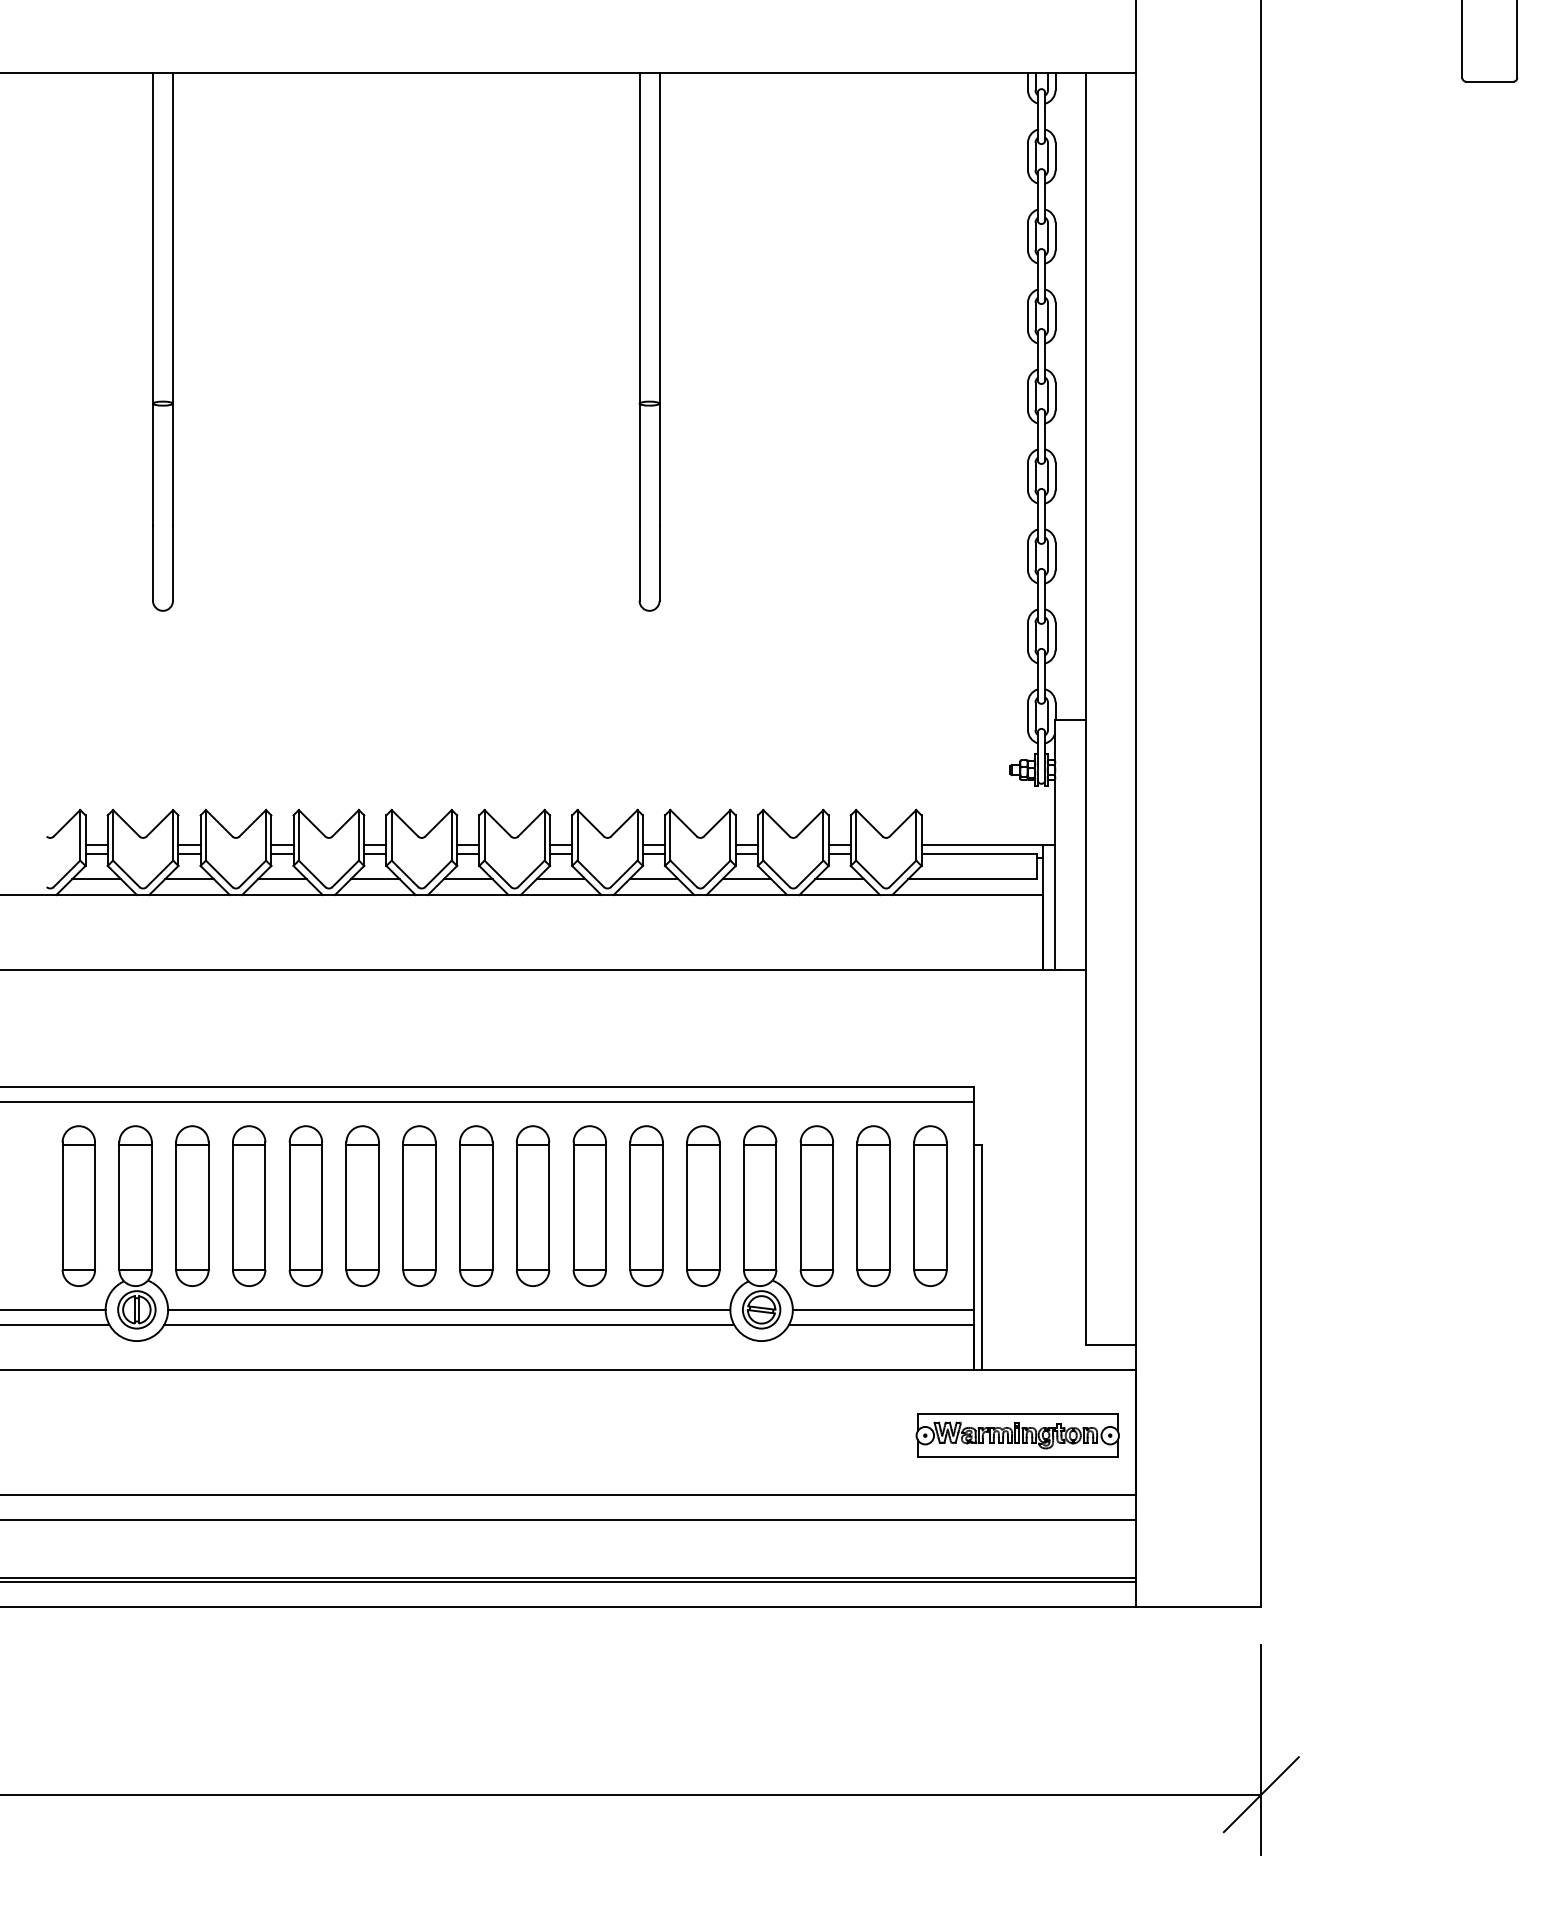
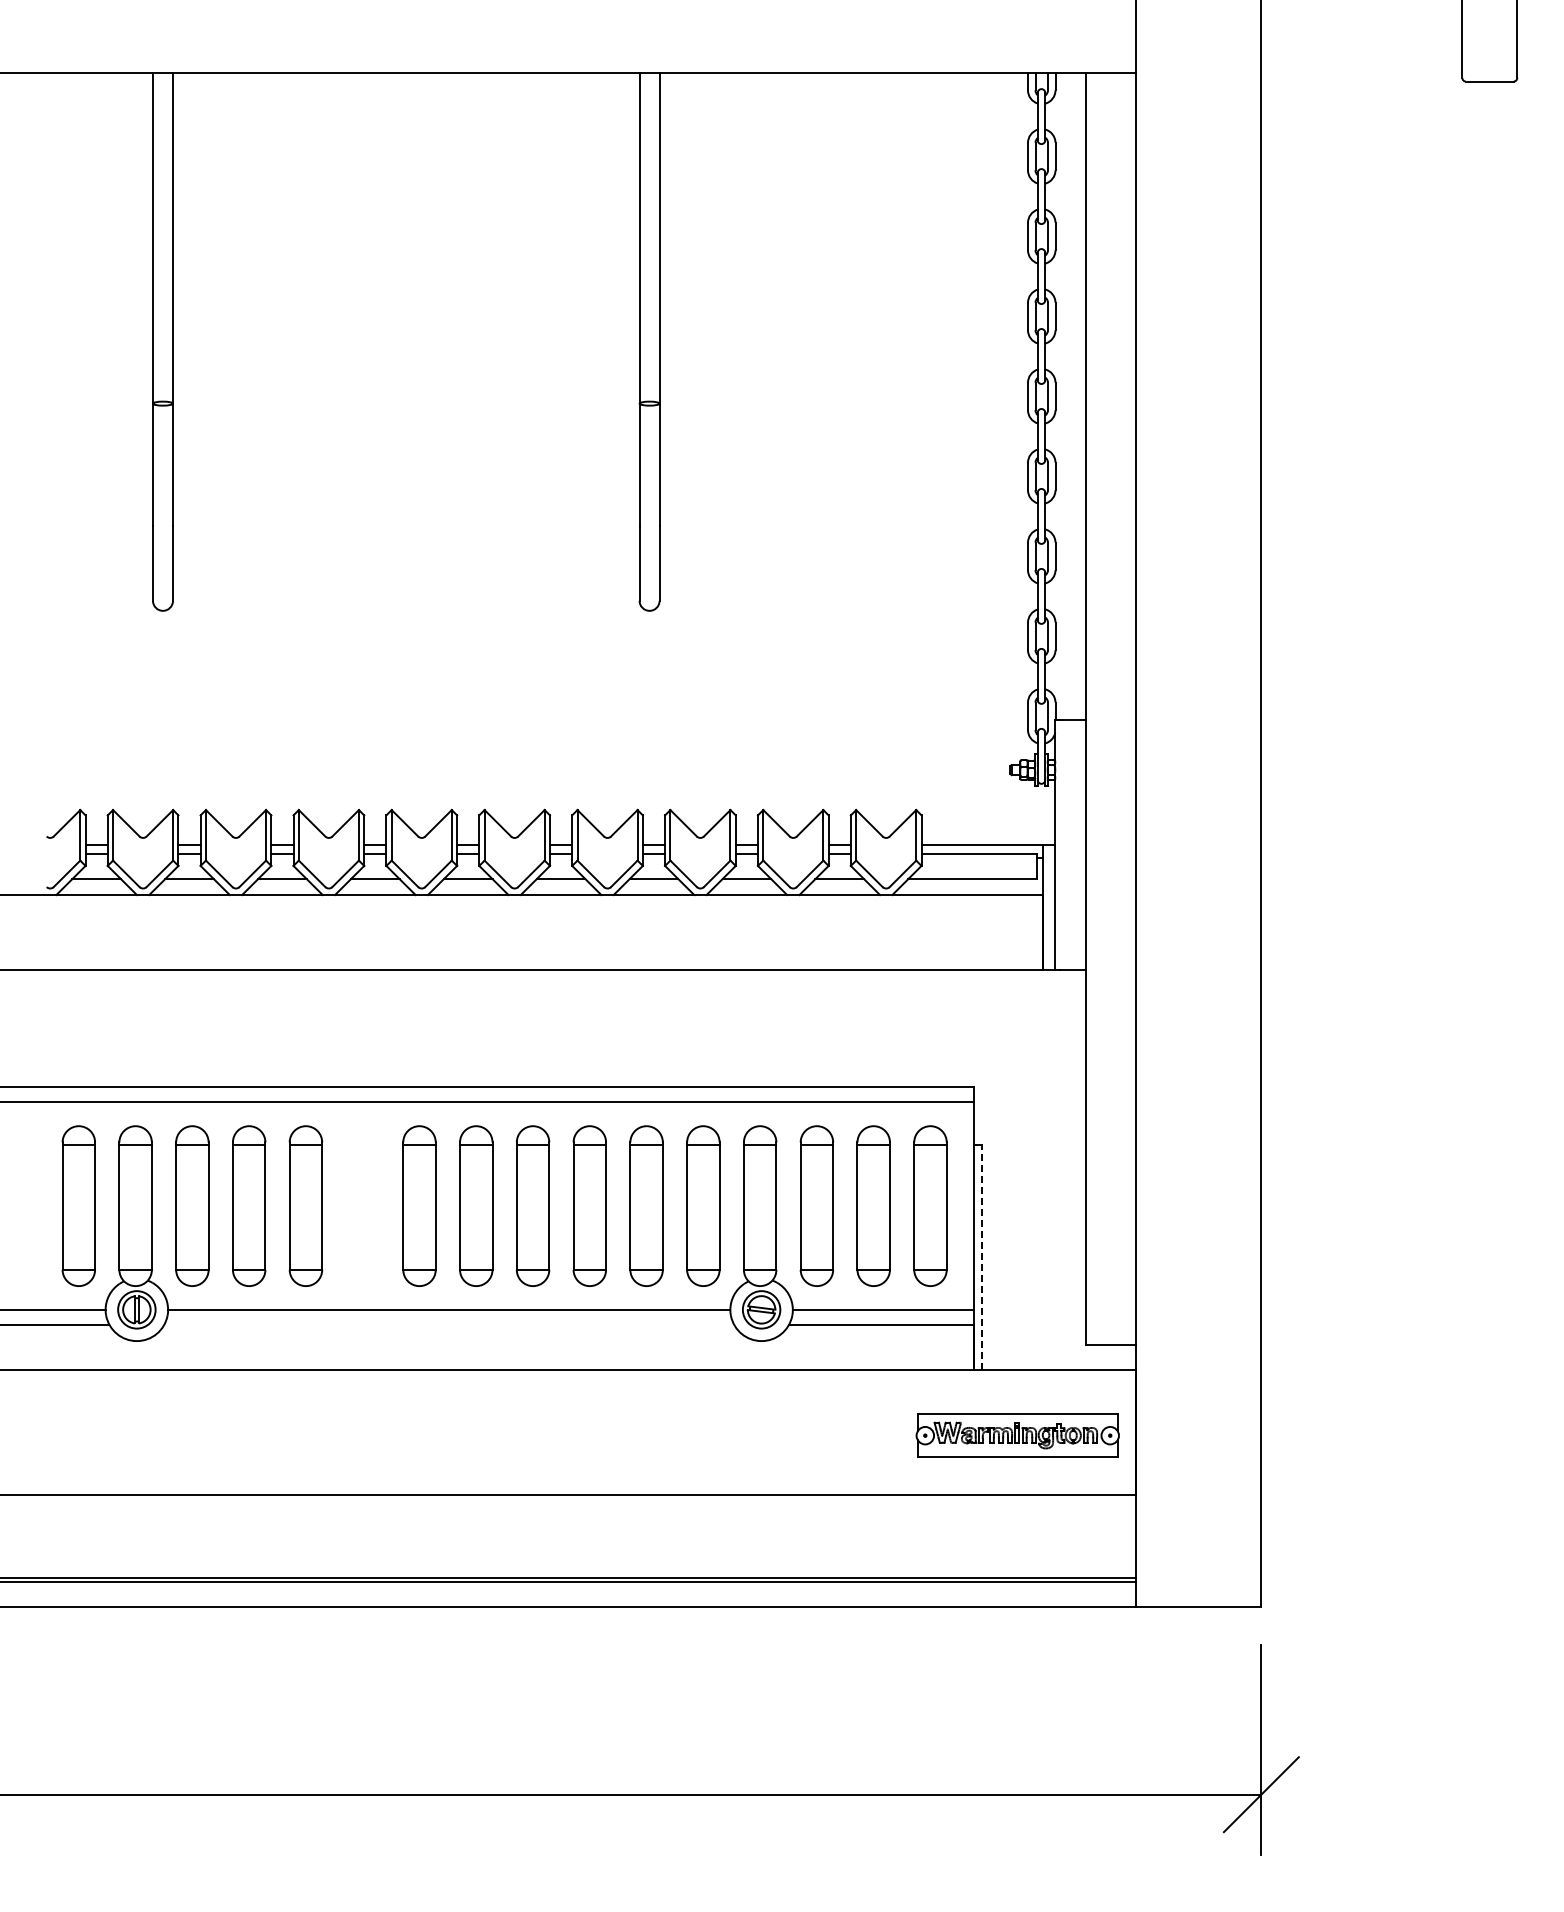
part at (362, 1205): present -> none
line at (981, 1256): solid -> dashed
line at (449, 1324): present -> none
line at (569, 1519): present -> none
